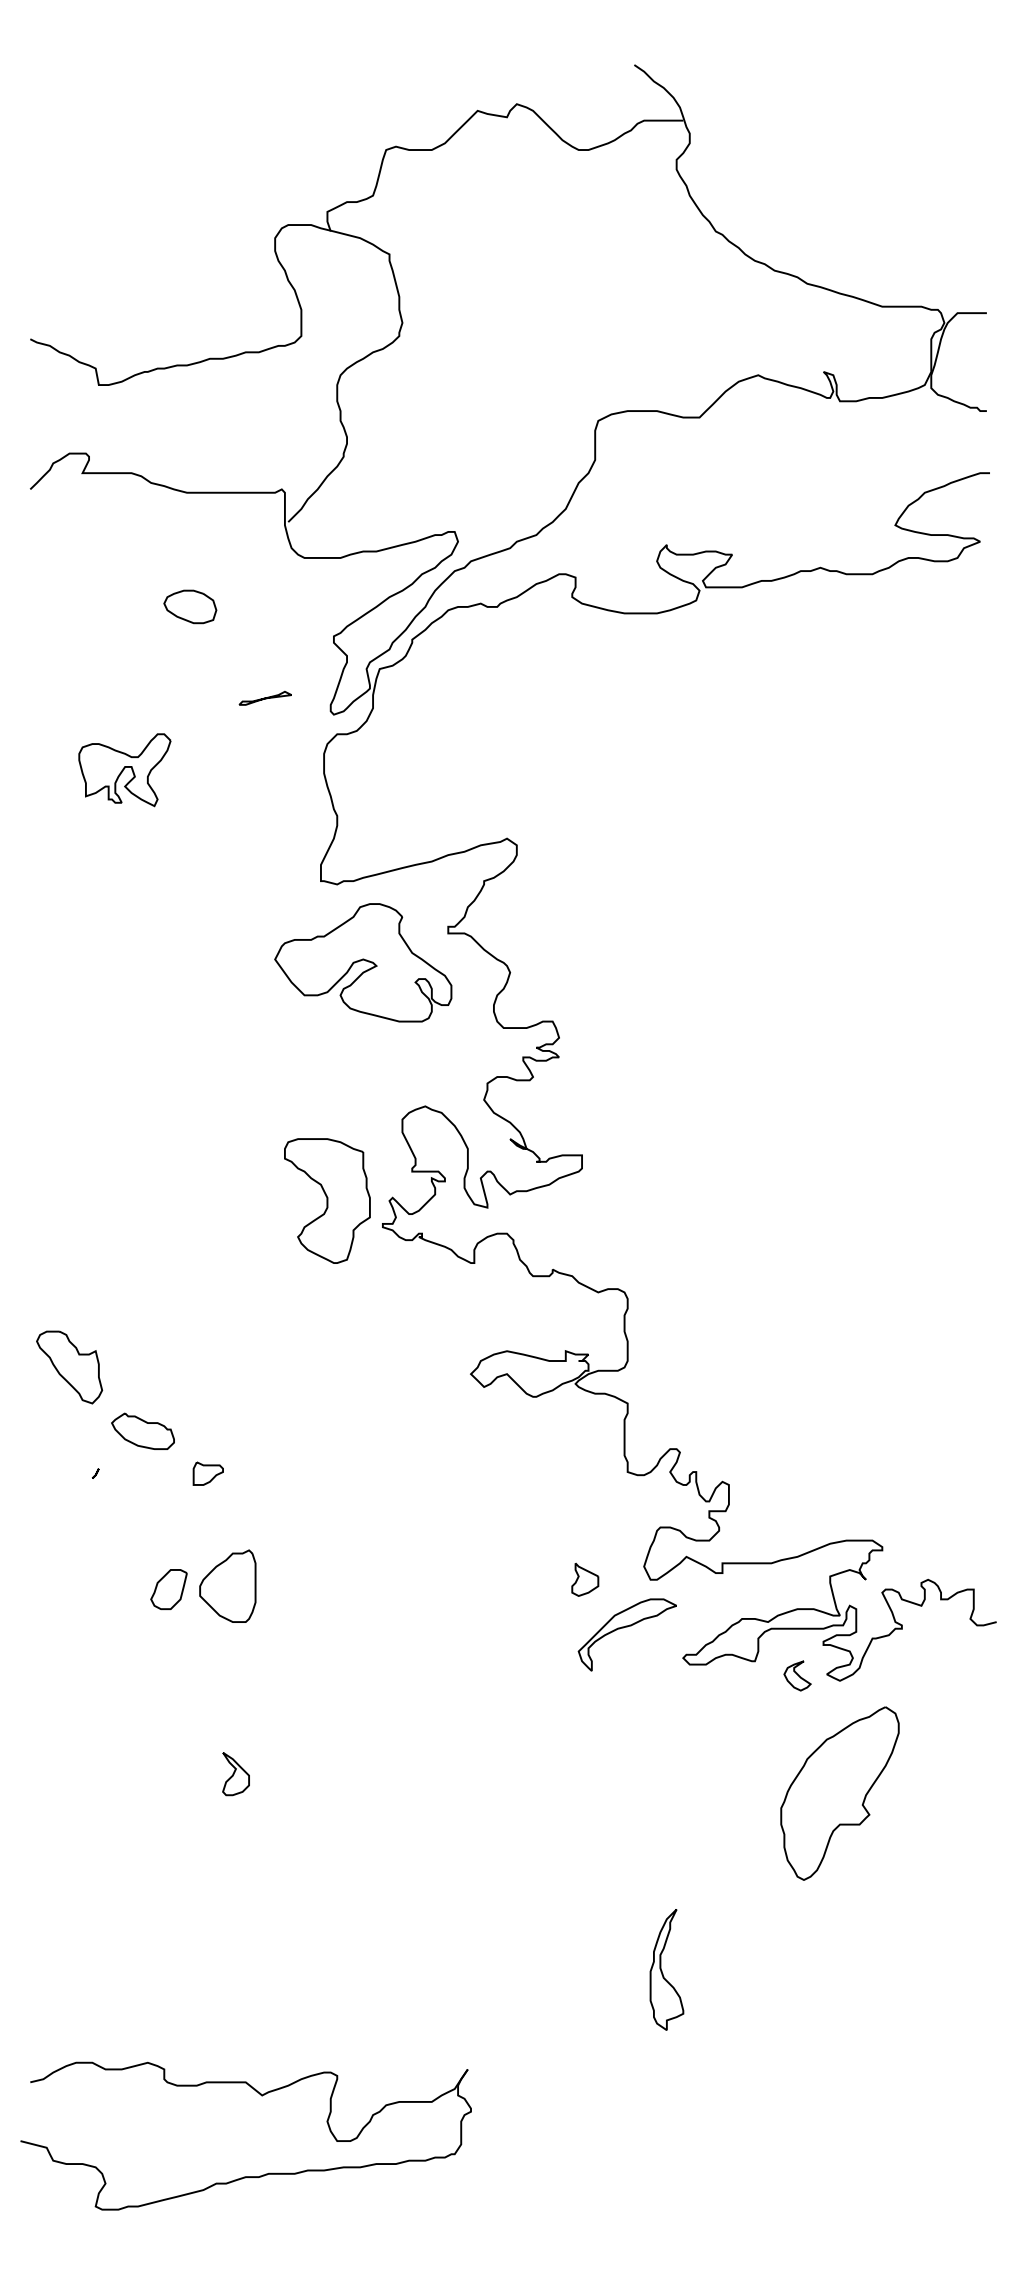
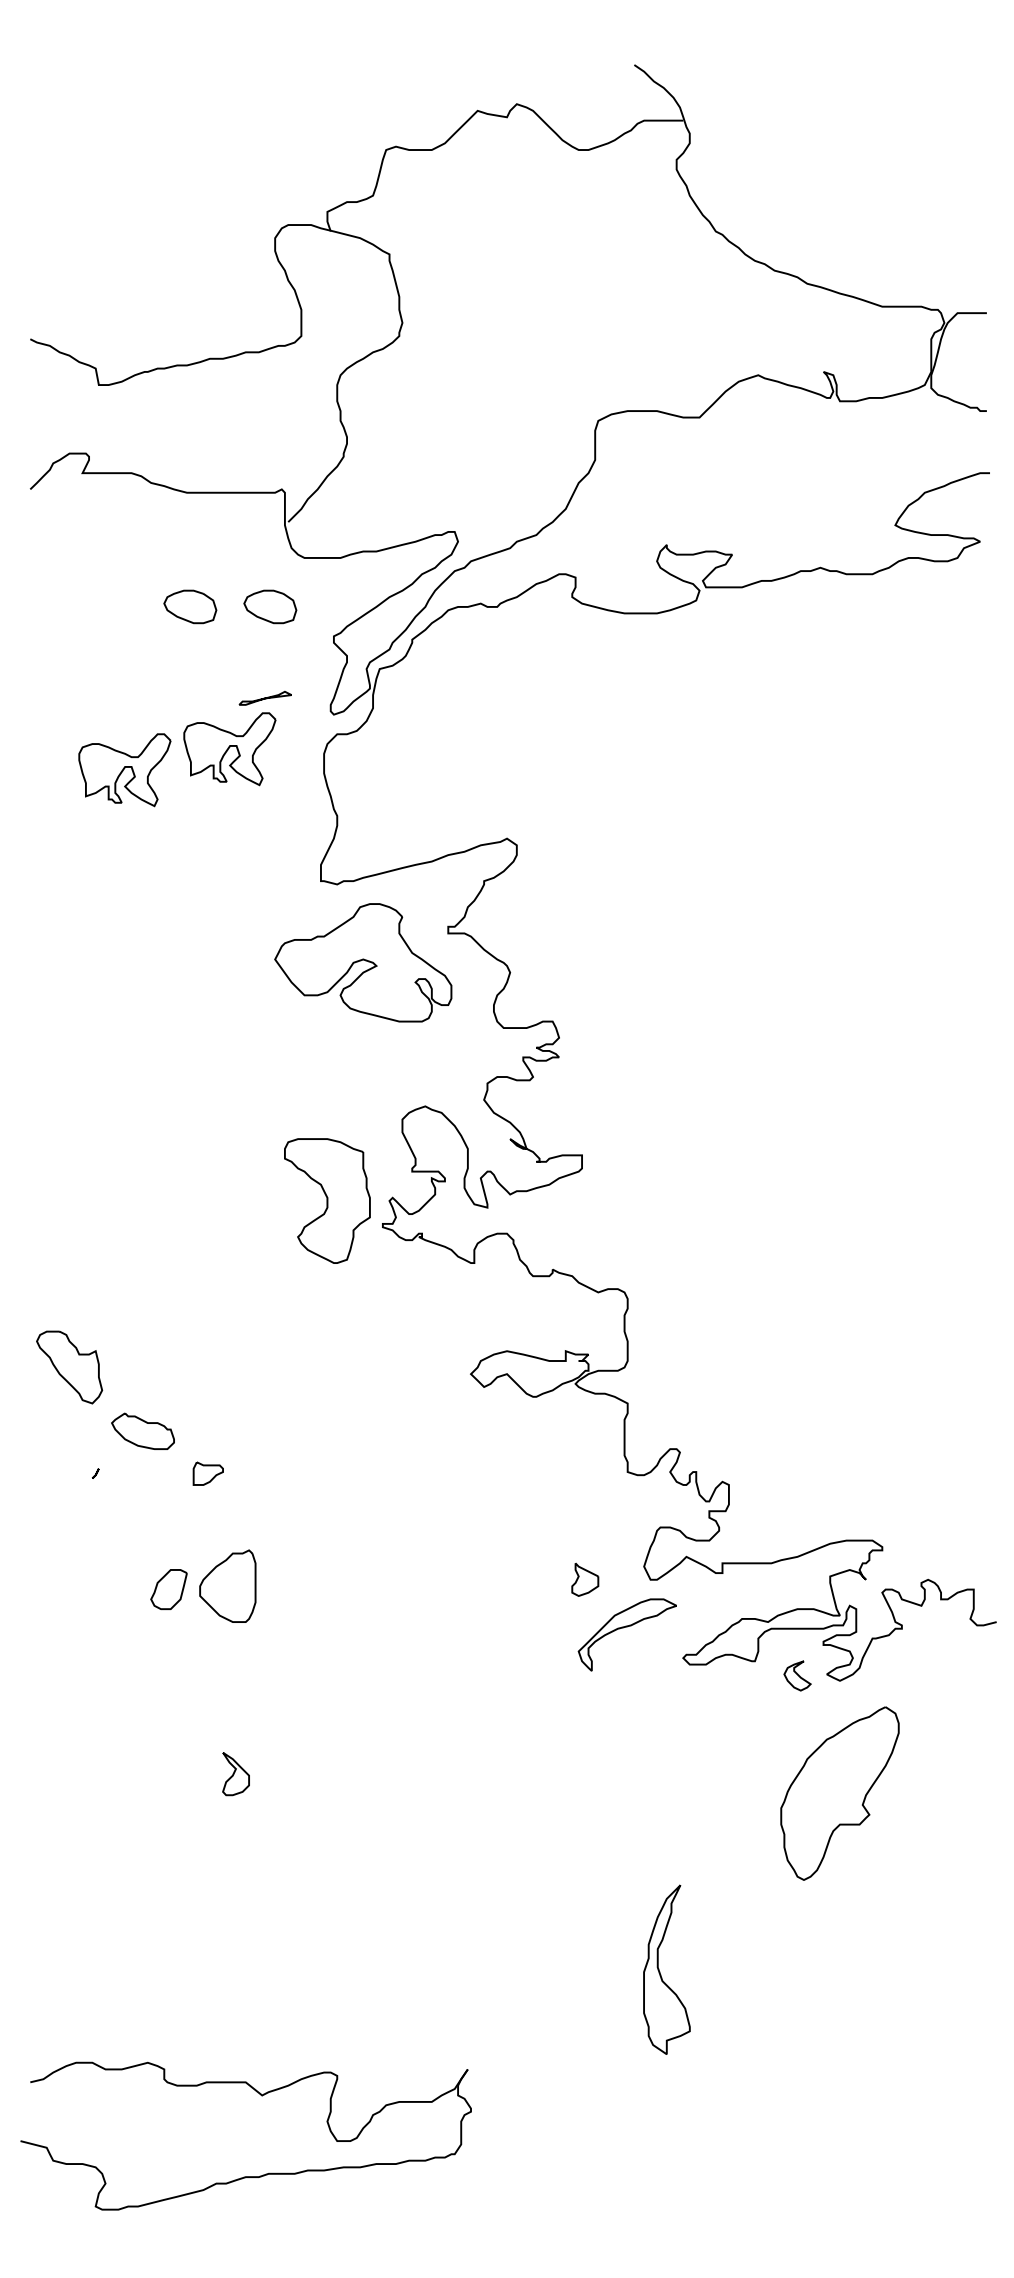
part at (270, 606): none -> present
part at (229, 749): none -> present
part at (666, 1969) size: 36x122 px -> 48x171 px
